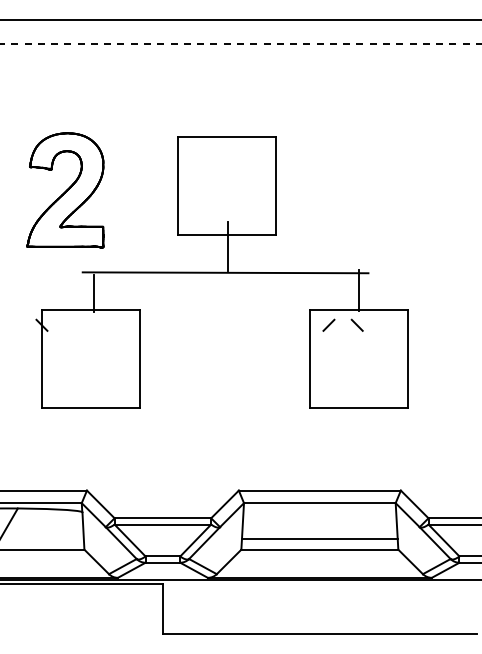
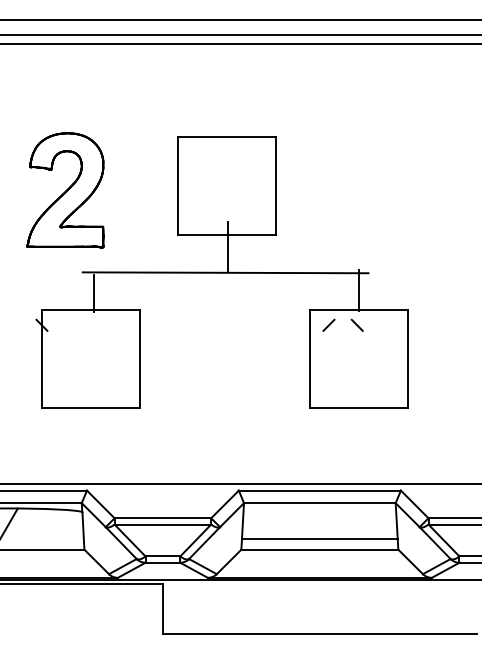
line at (240, 35): none -> present
line at (240, 44): dashed -> solid
line at (240, 483): none -> present
